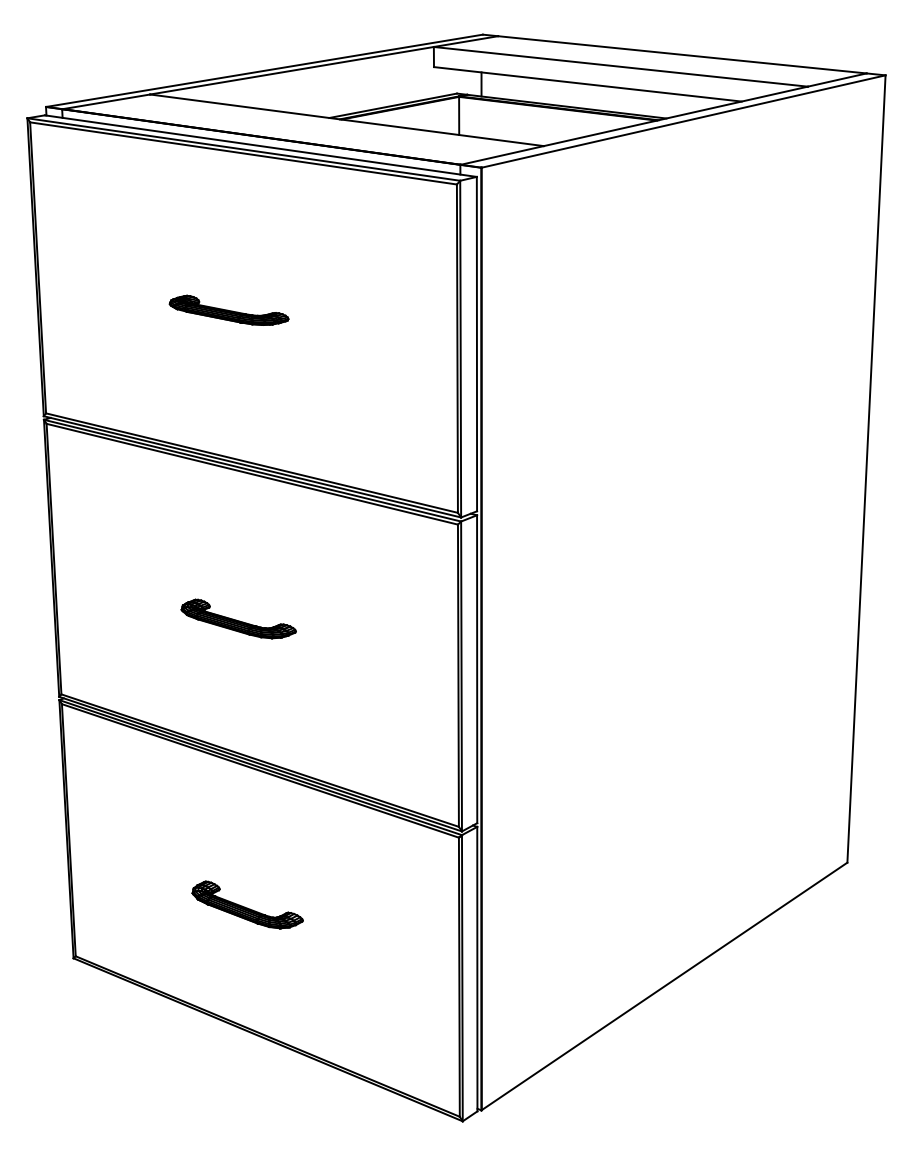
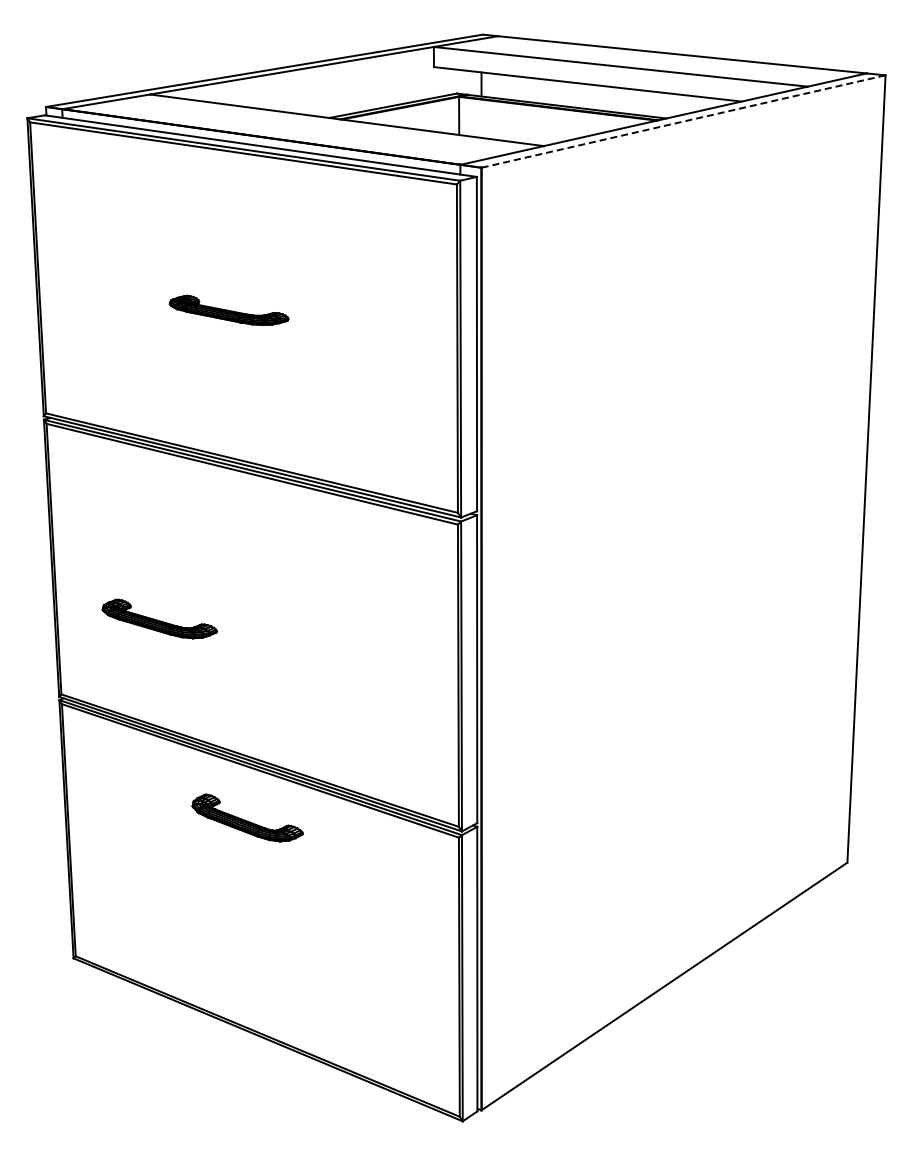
line at (684, 121): solid -> dashed
part at (238, 618) position: (238, 618) -> (159, 618)
part at (247, 904) position: (247, 904) -> (247, 817)
